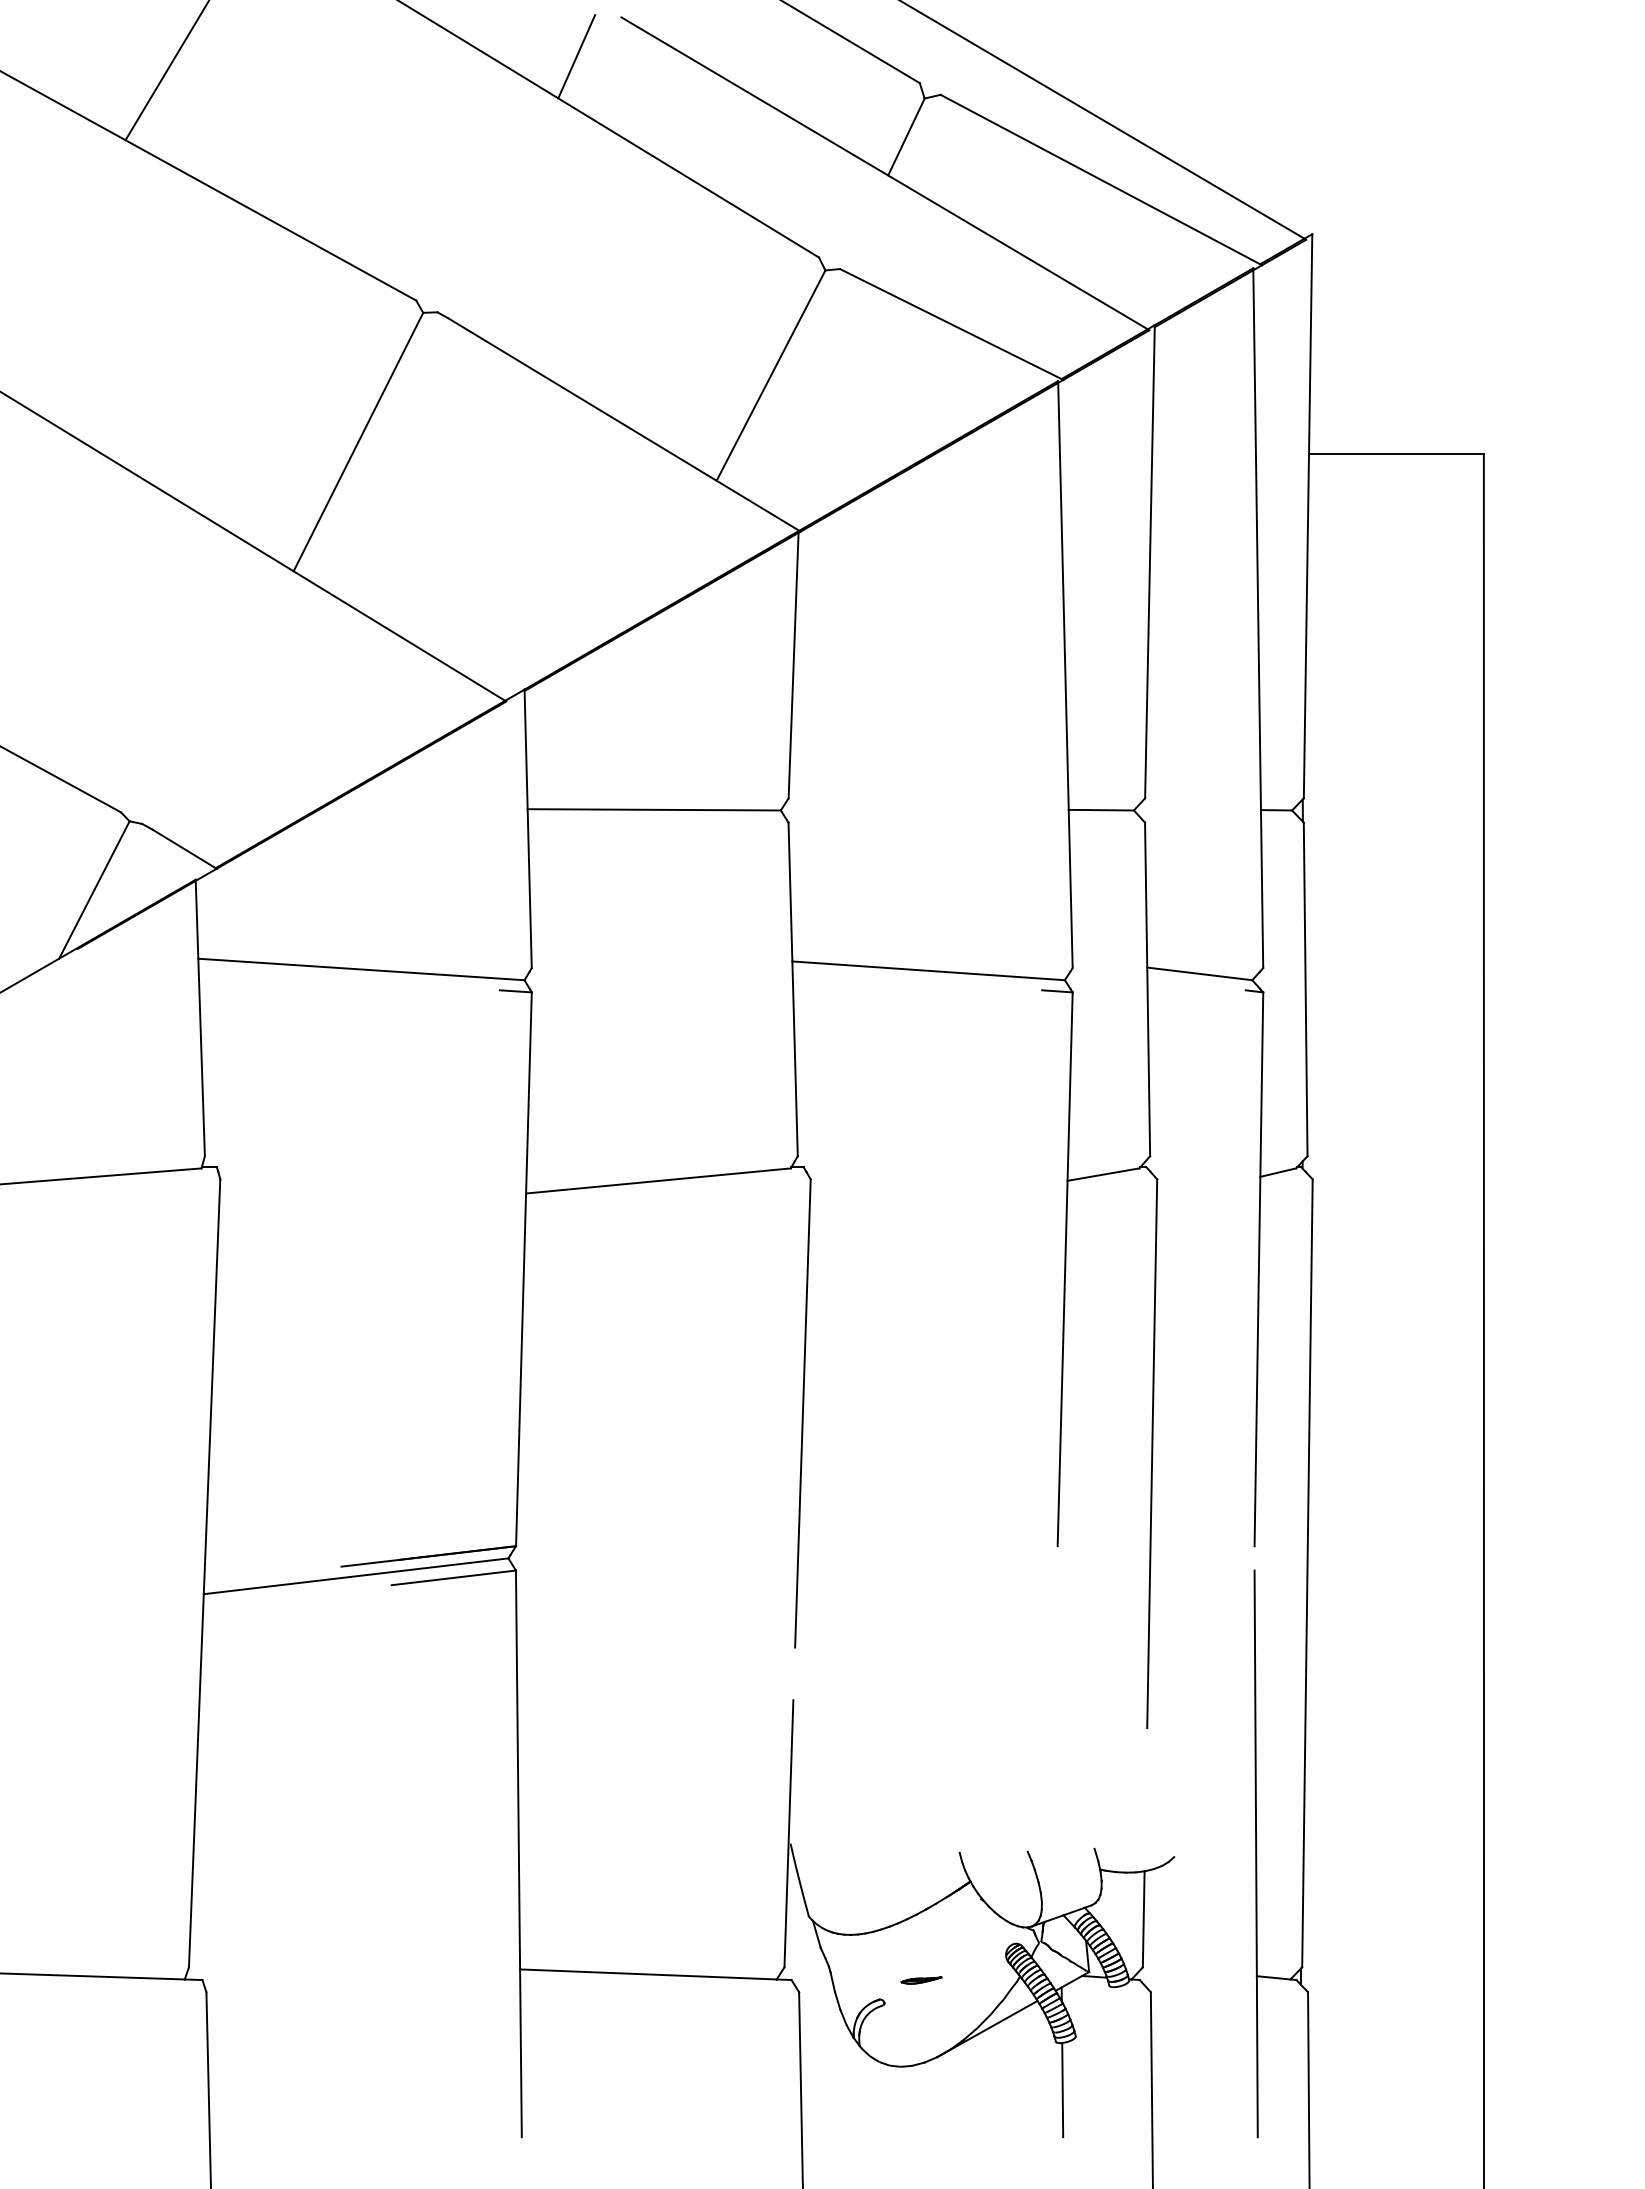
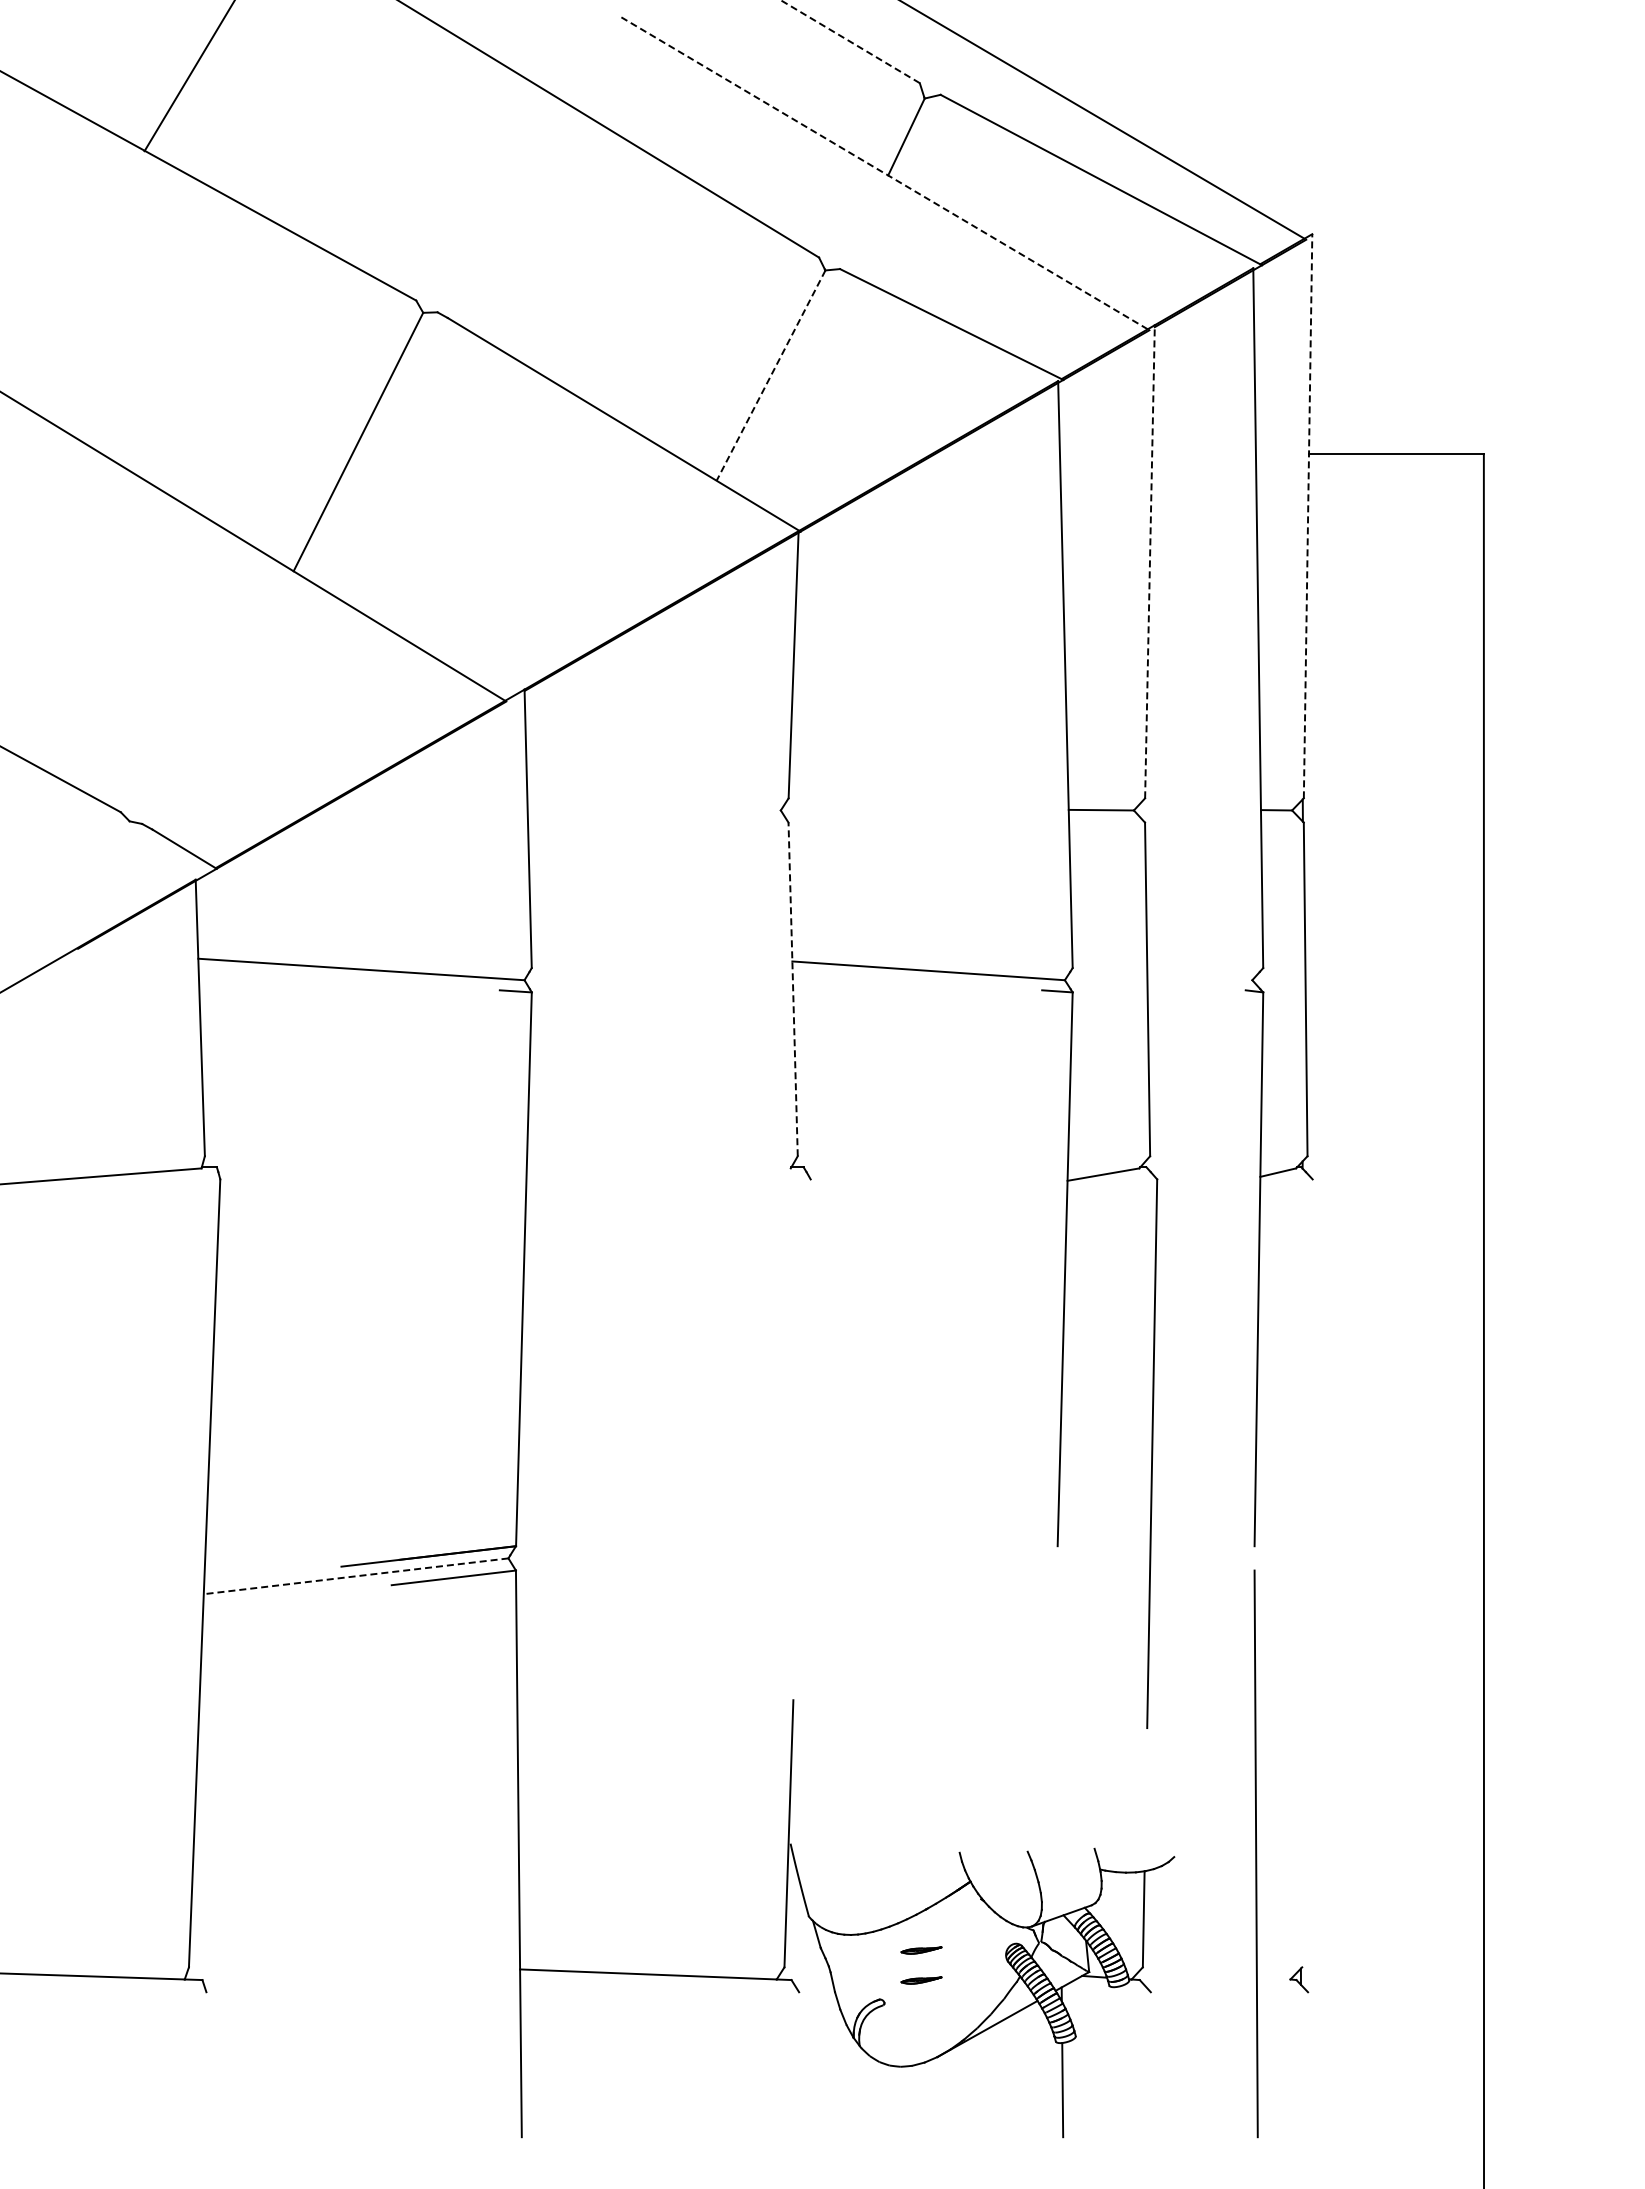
line at (850, 41): solid -> dashed
line at (576, 56): present -> none
line at (166, 71) position: (166, 71) -> (188, 76)
line at (884, 173): solid -> dashed
line at (770, 376): solid -> dashed
line at (1308, 515): solid -> dashed
line at (1149, 561): solid -> dashed
line at (653, 809): present -> none
line at (94, 889): present -> none
line at (1199, 973): present -> none
line at (793, 989): solid -> dashed
line at (658, 1180): present -> none
line at (802, 1413): present -> none
line at (1307, 1573): present -> none
line at (355, 1576): solid -> dashed
part at (921, 1950): none -> present
line at (1273, 1977): present -> none
line at (208, 2088): present -> none
line at (800, 2088): present -> none
line at (1151, 2088): present -> none
line at (1308, 2088): present -> none
